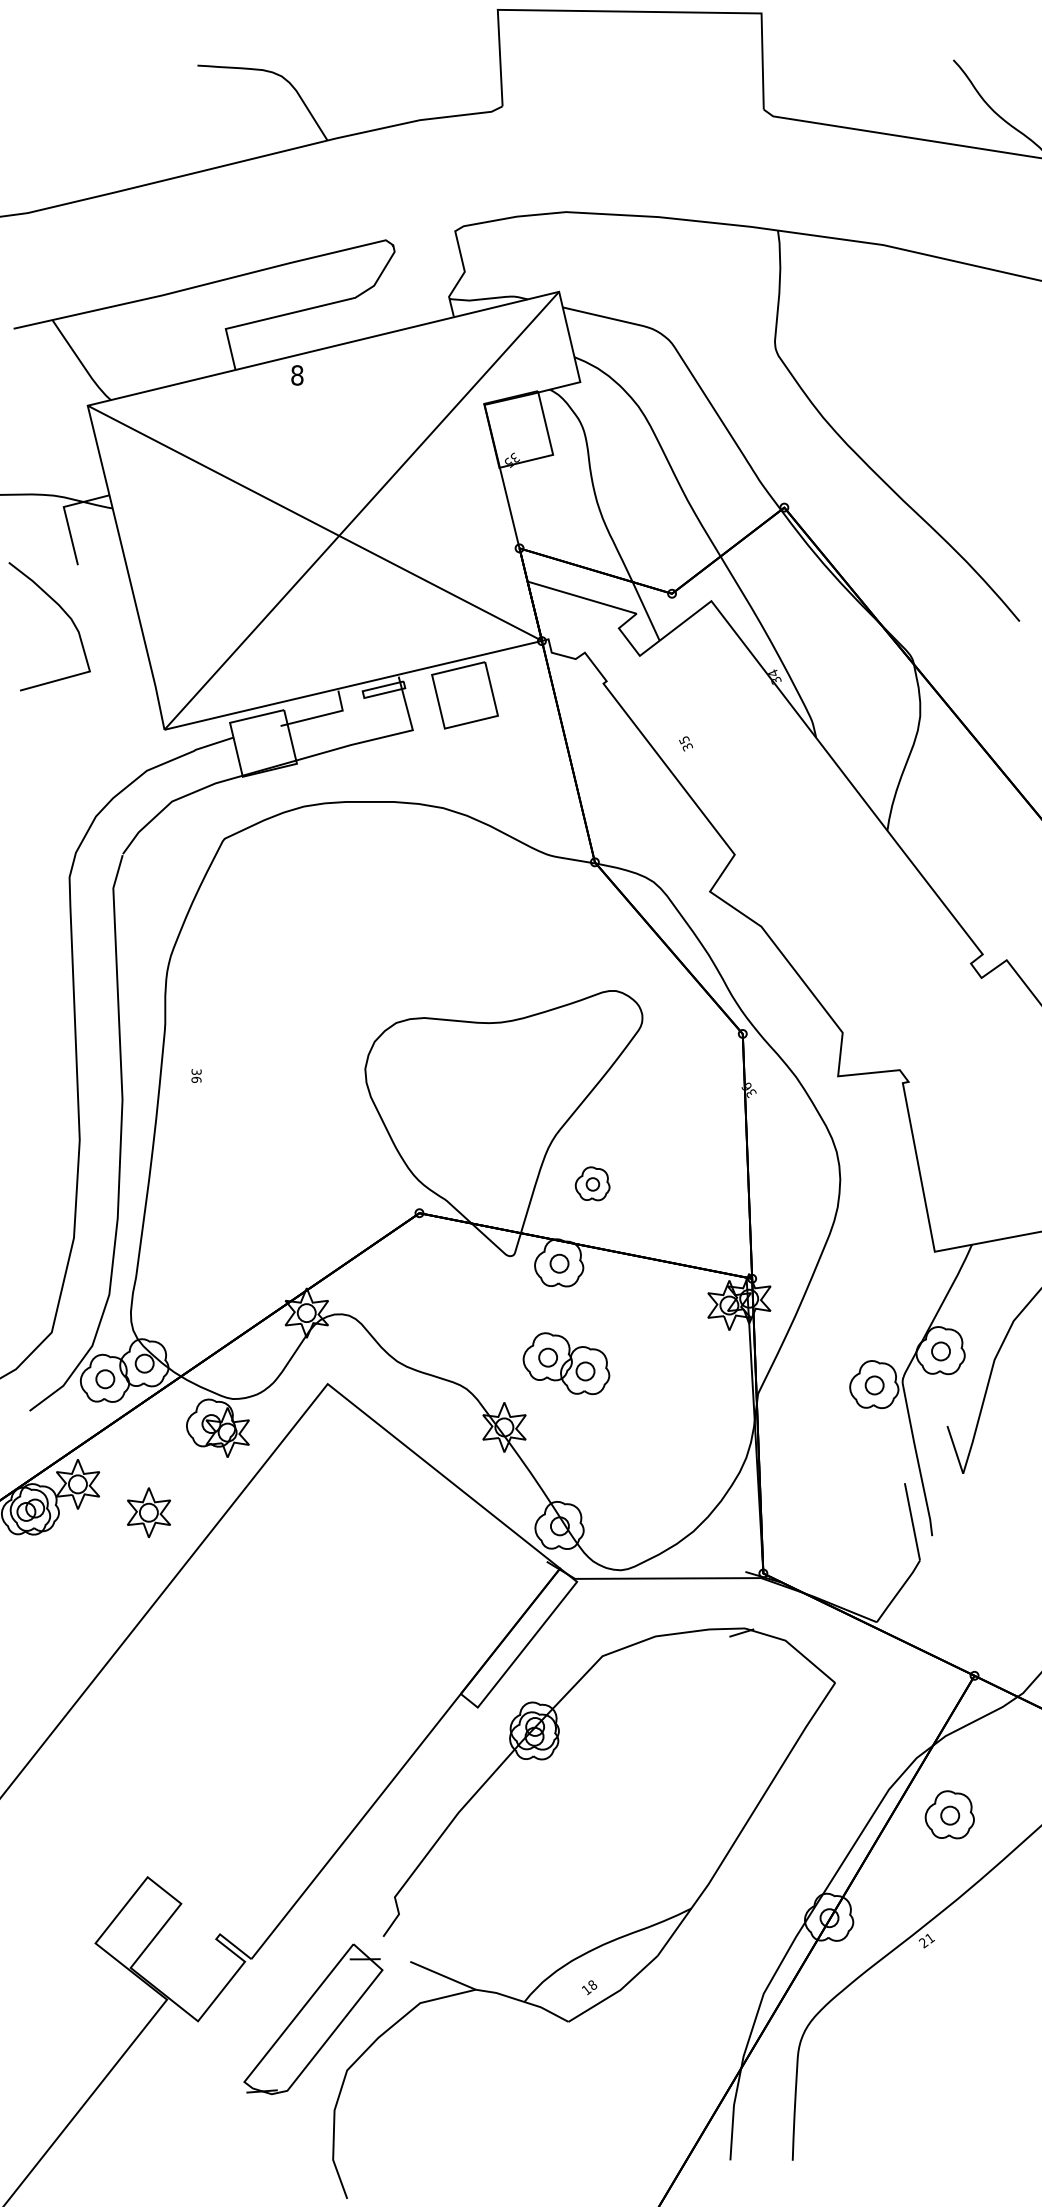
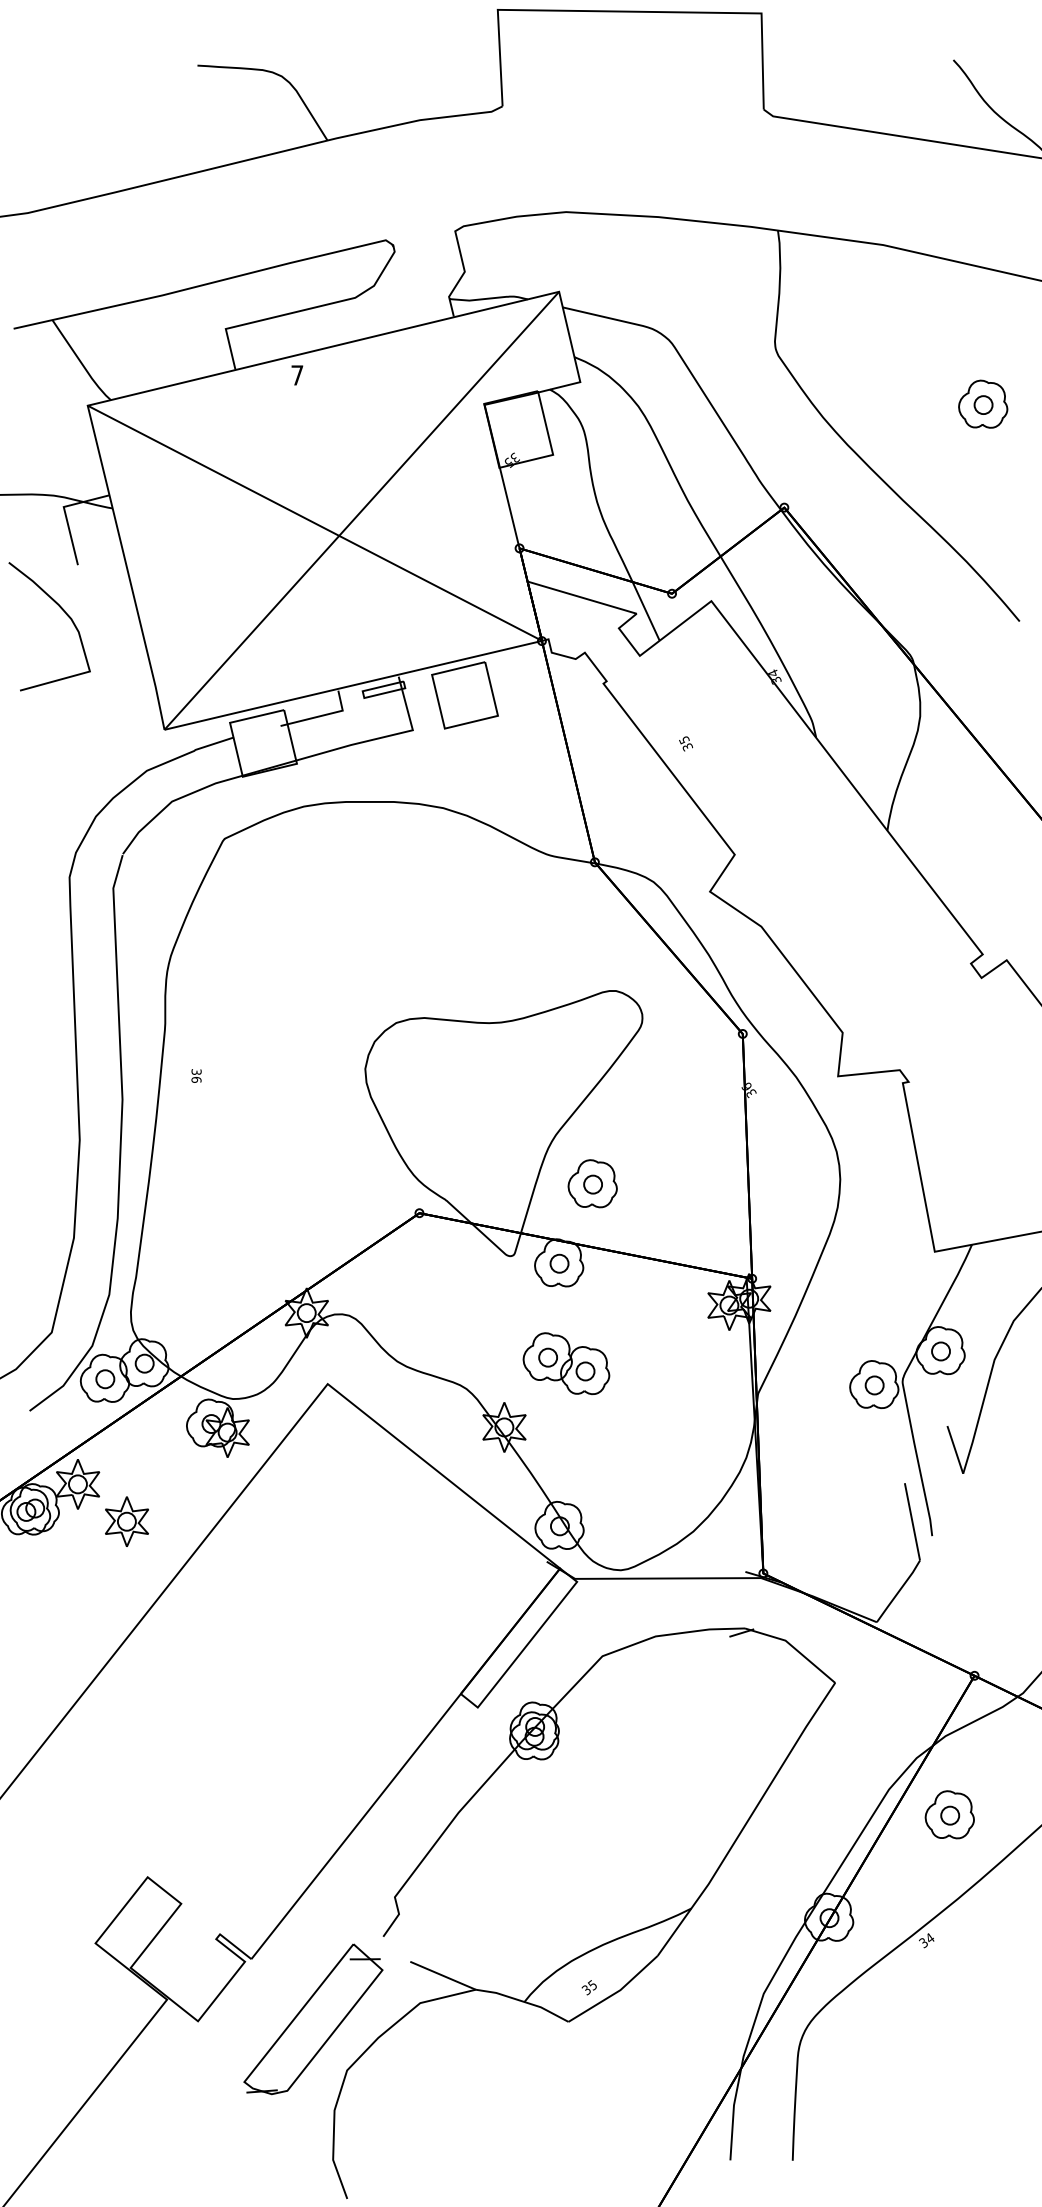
text at (297, 375): 8 -> 7
part at (983, 403): none -> present
part at (592, 1183) size: 37x36 px -> 51x50 px
part at (148, 1512) position: (148, 1512) -> (126, 1521)
text at (926, 1940): 21 -> 34
text at (589, 1987): 18 -> 35
